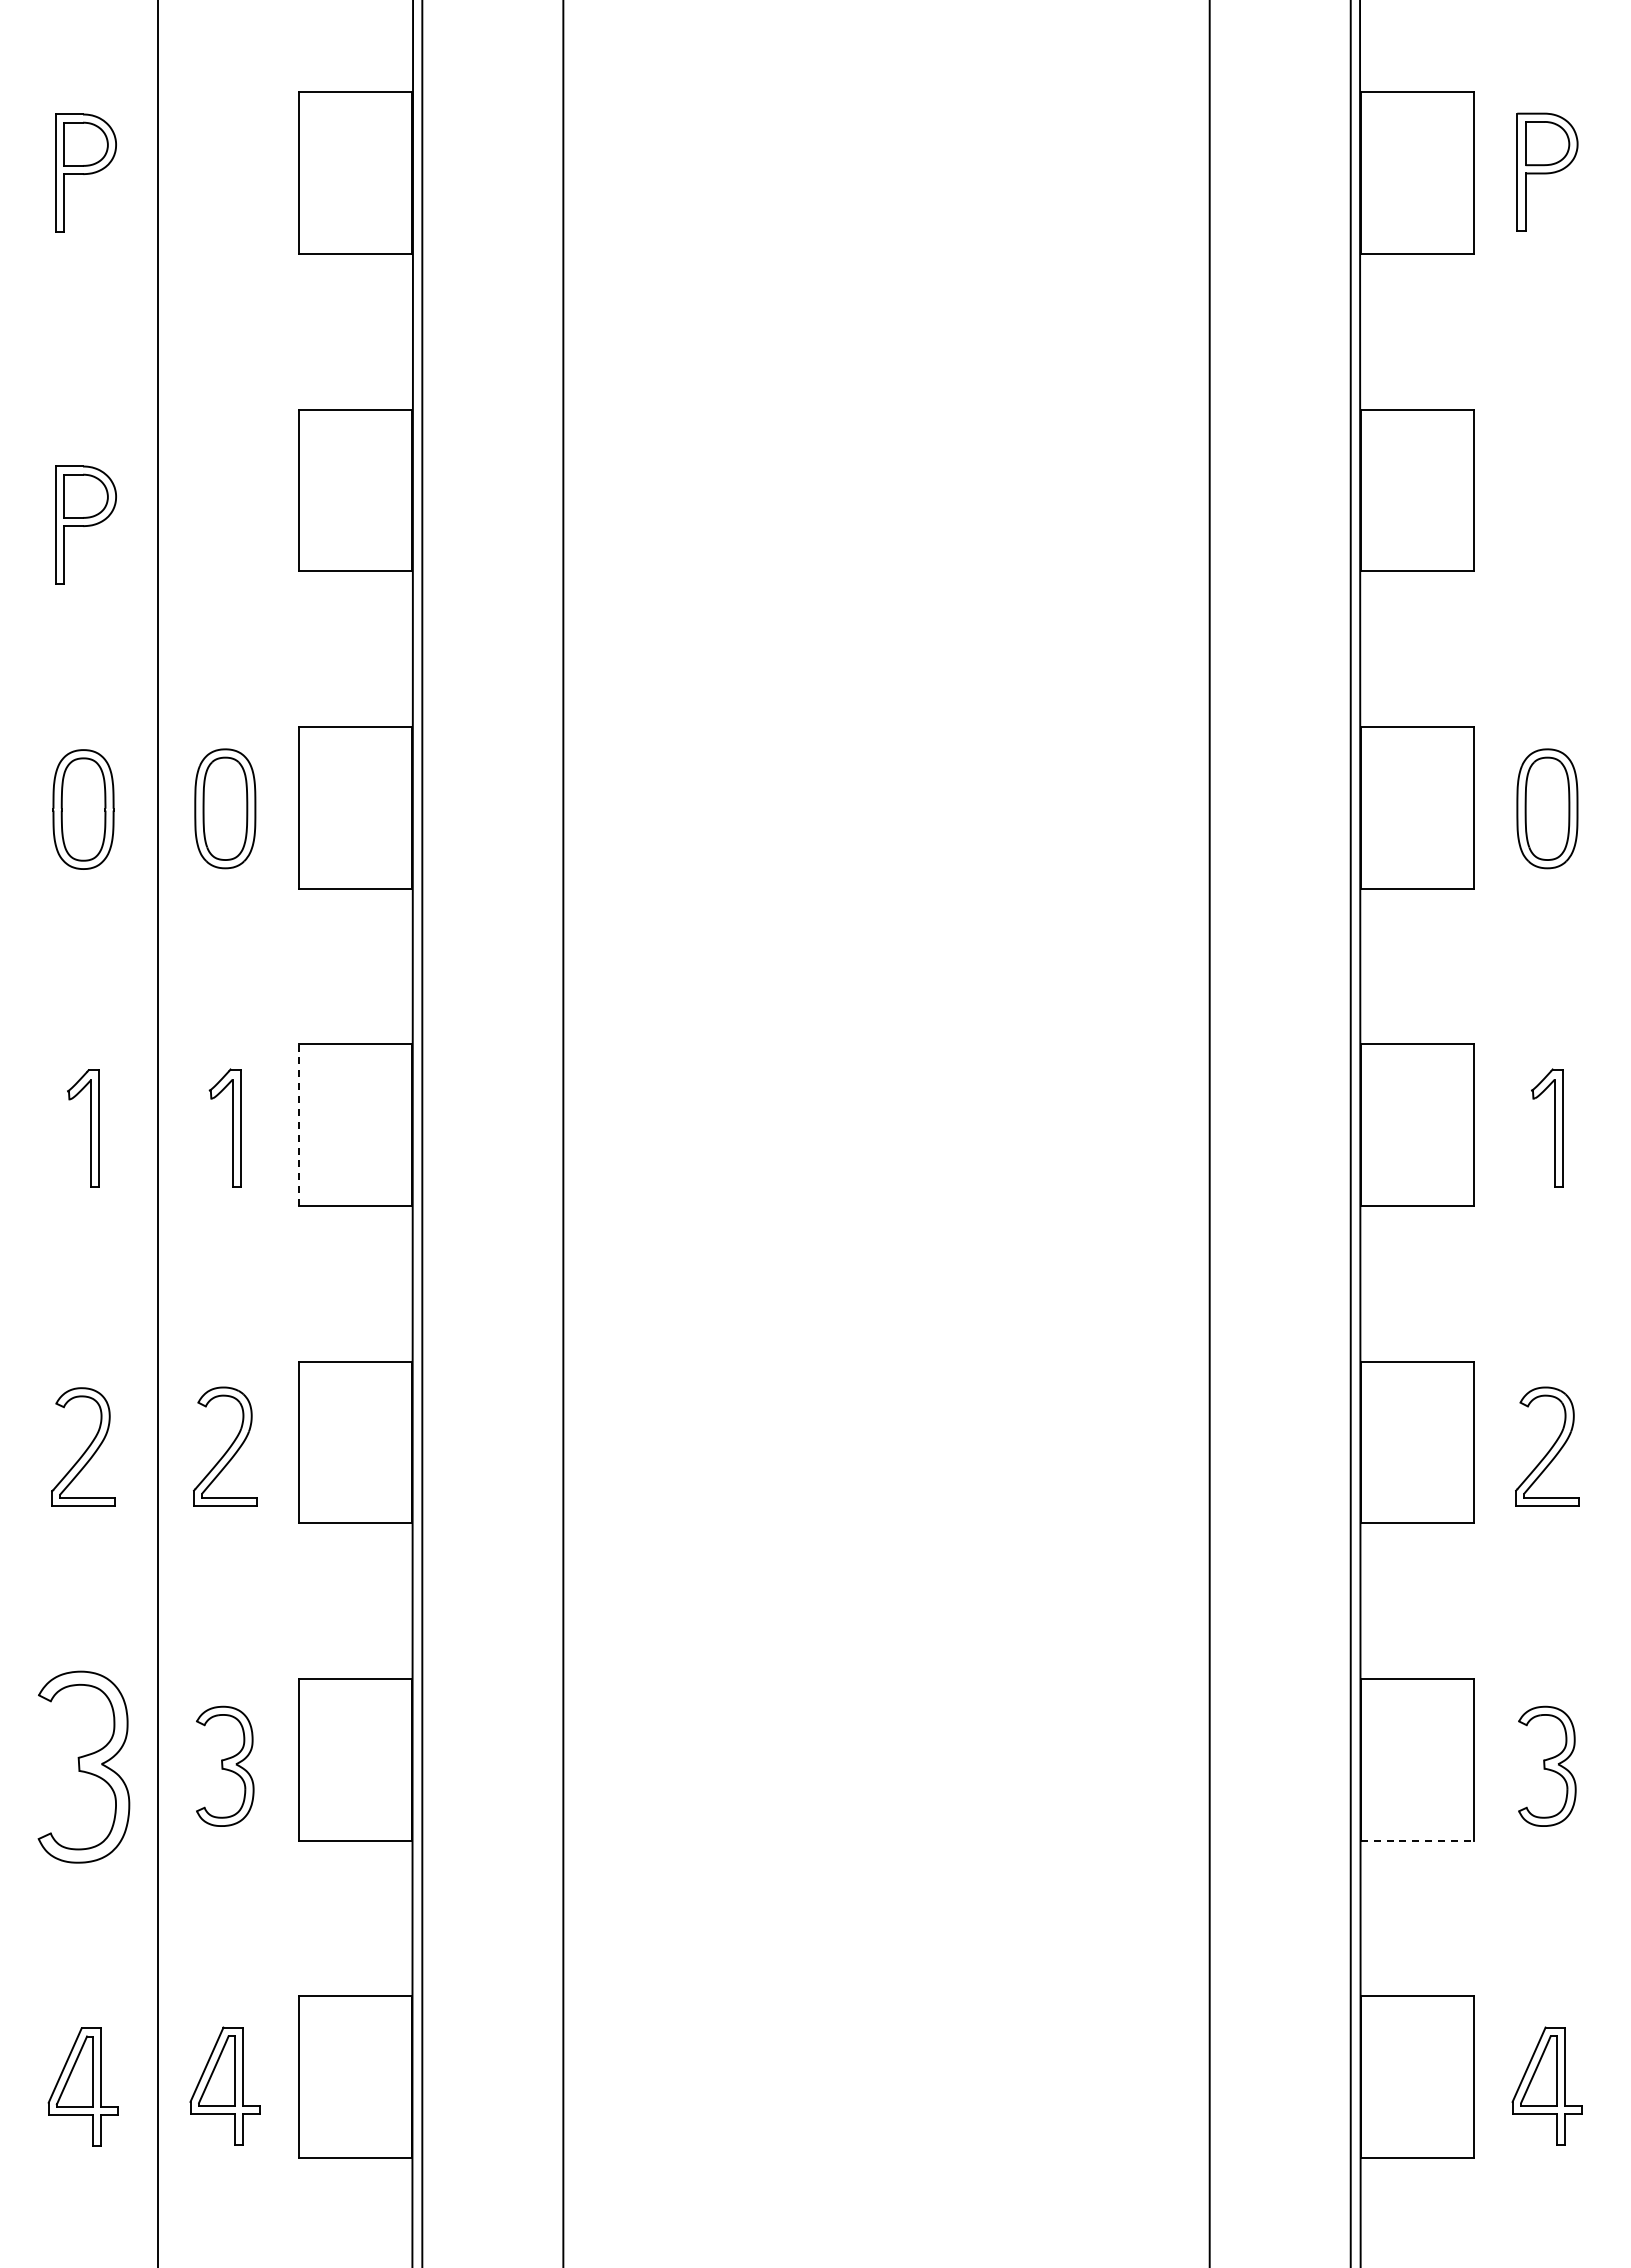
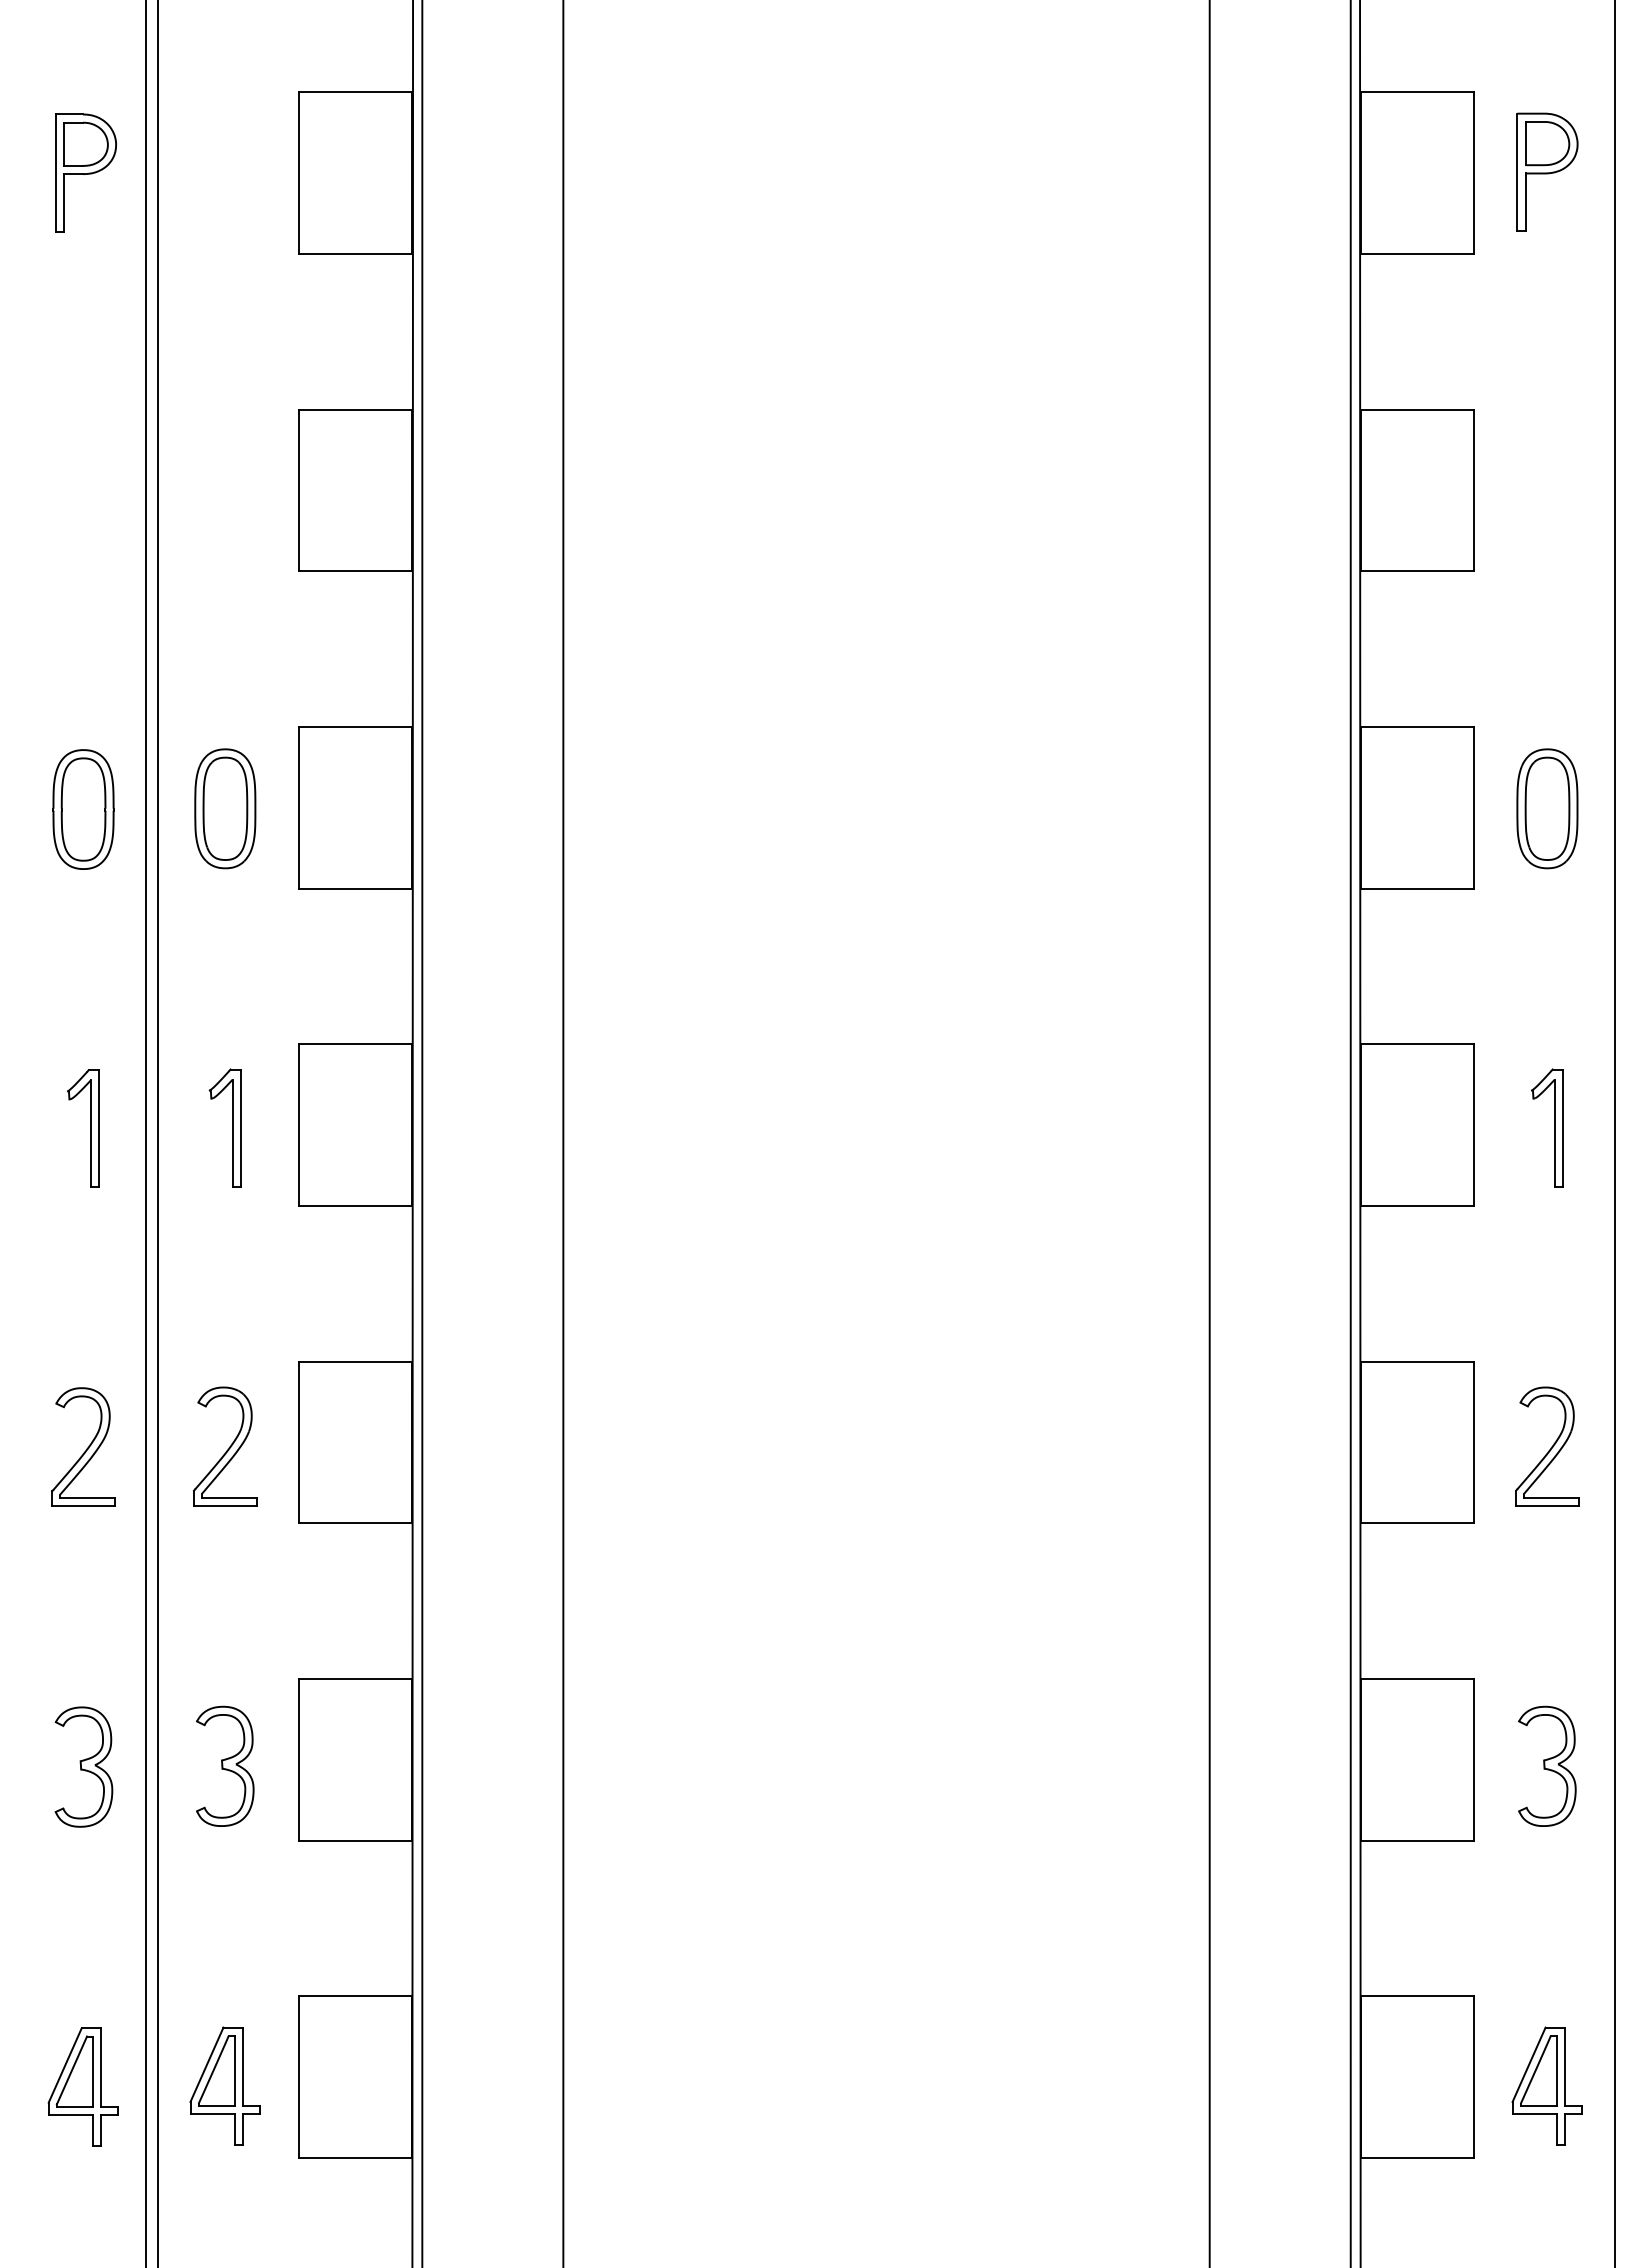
part at (85, 524): present -> none
line at (298, 1125): dashed -> solid
line at (146, 1133): none -> present
line at (1615, 1133): none -> present
part at (83, 1766) size: 94x194 px -> 60x122 px
line at (1417, 1840): dashed -> solid
